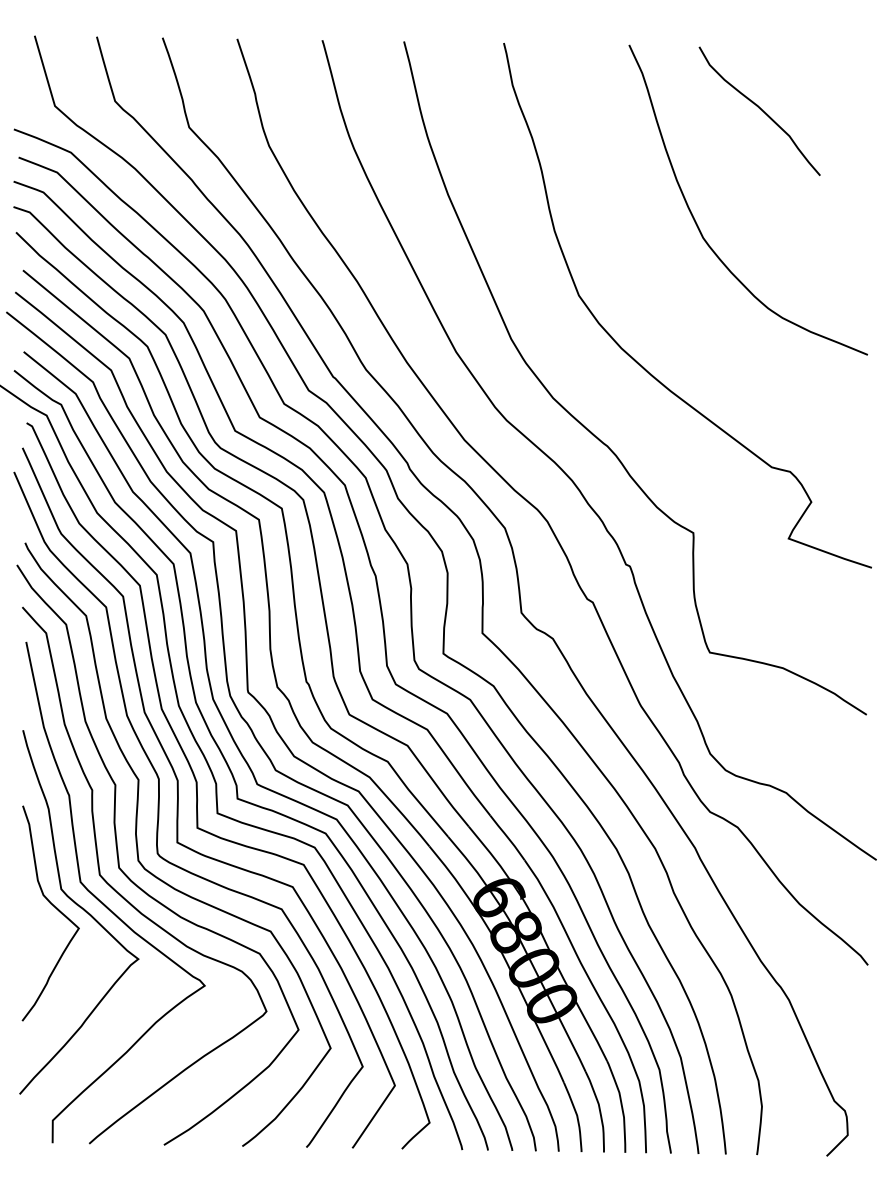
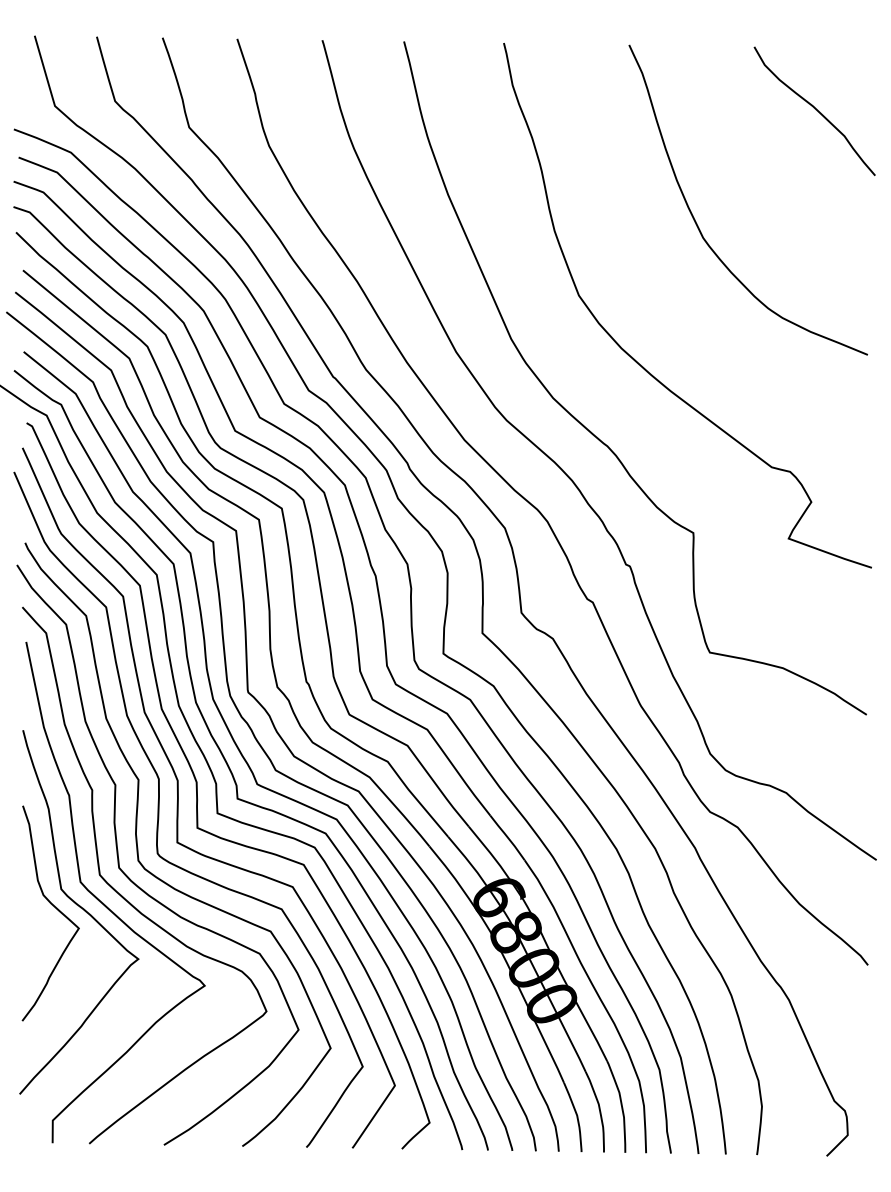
curve at (760, 109) position: (760, 109) -> (815, 109)
